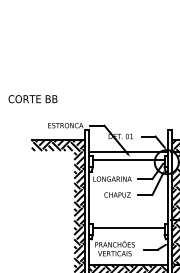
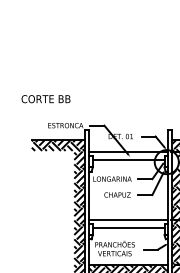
text at (32, 99) position: (32, 99) -> (45, 99)
line at (128, 219): none -> present
